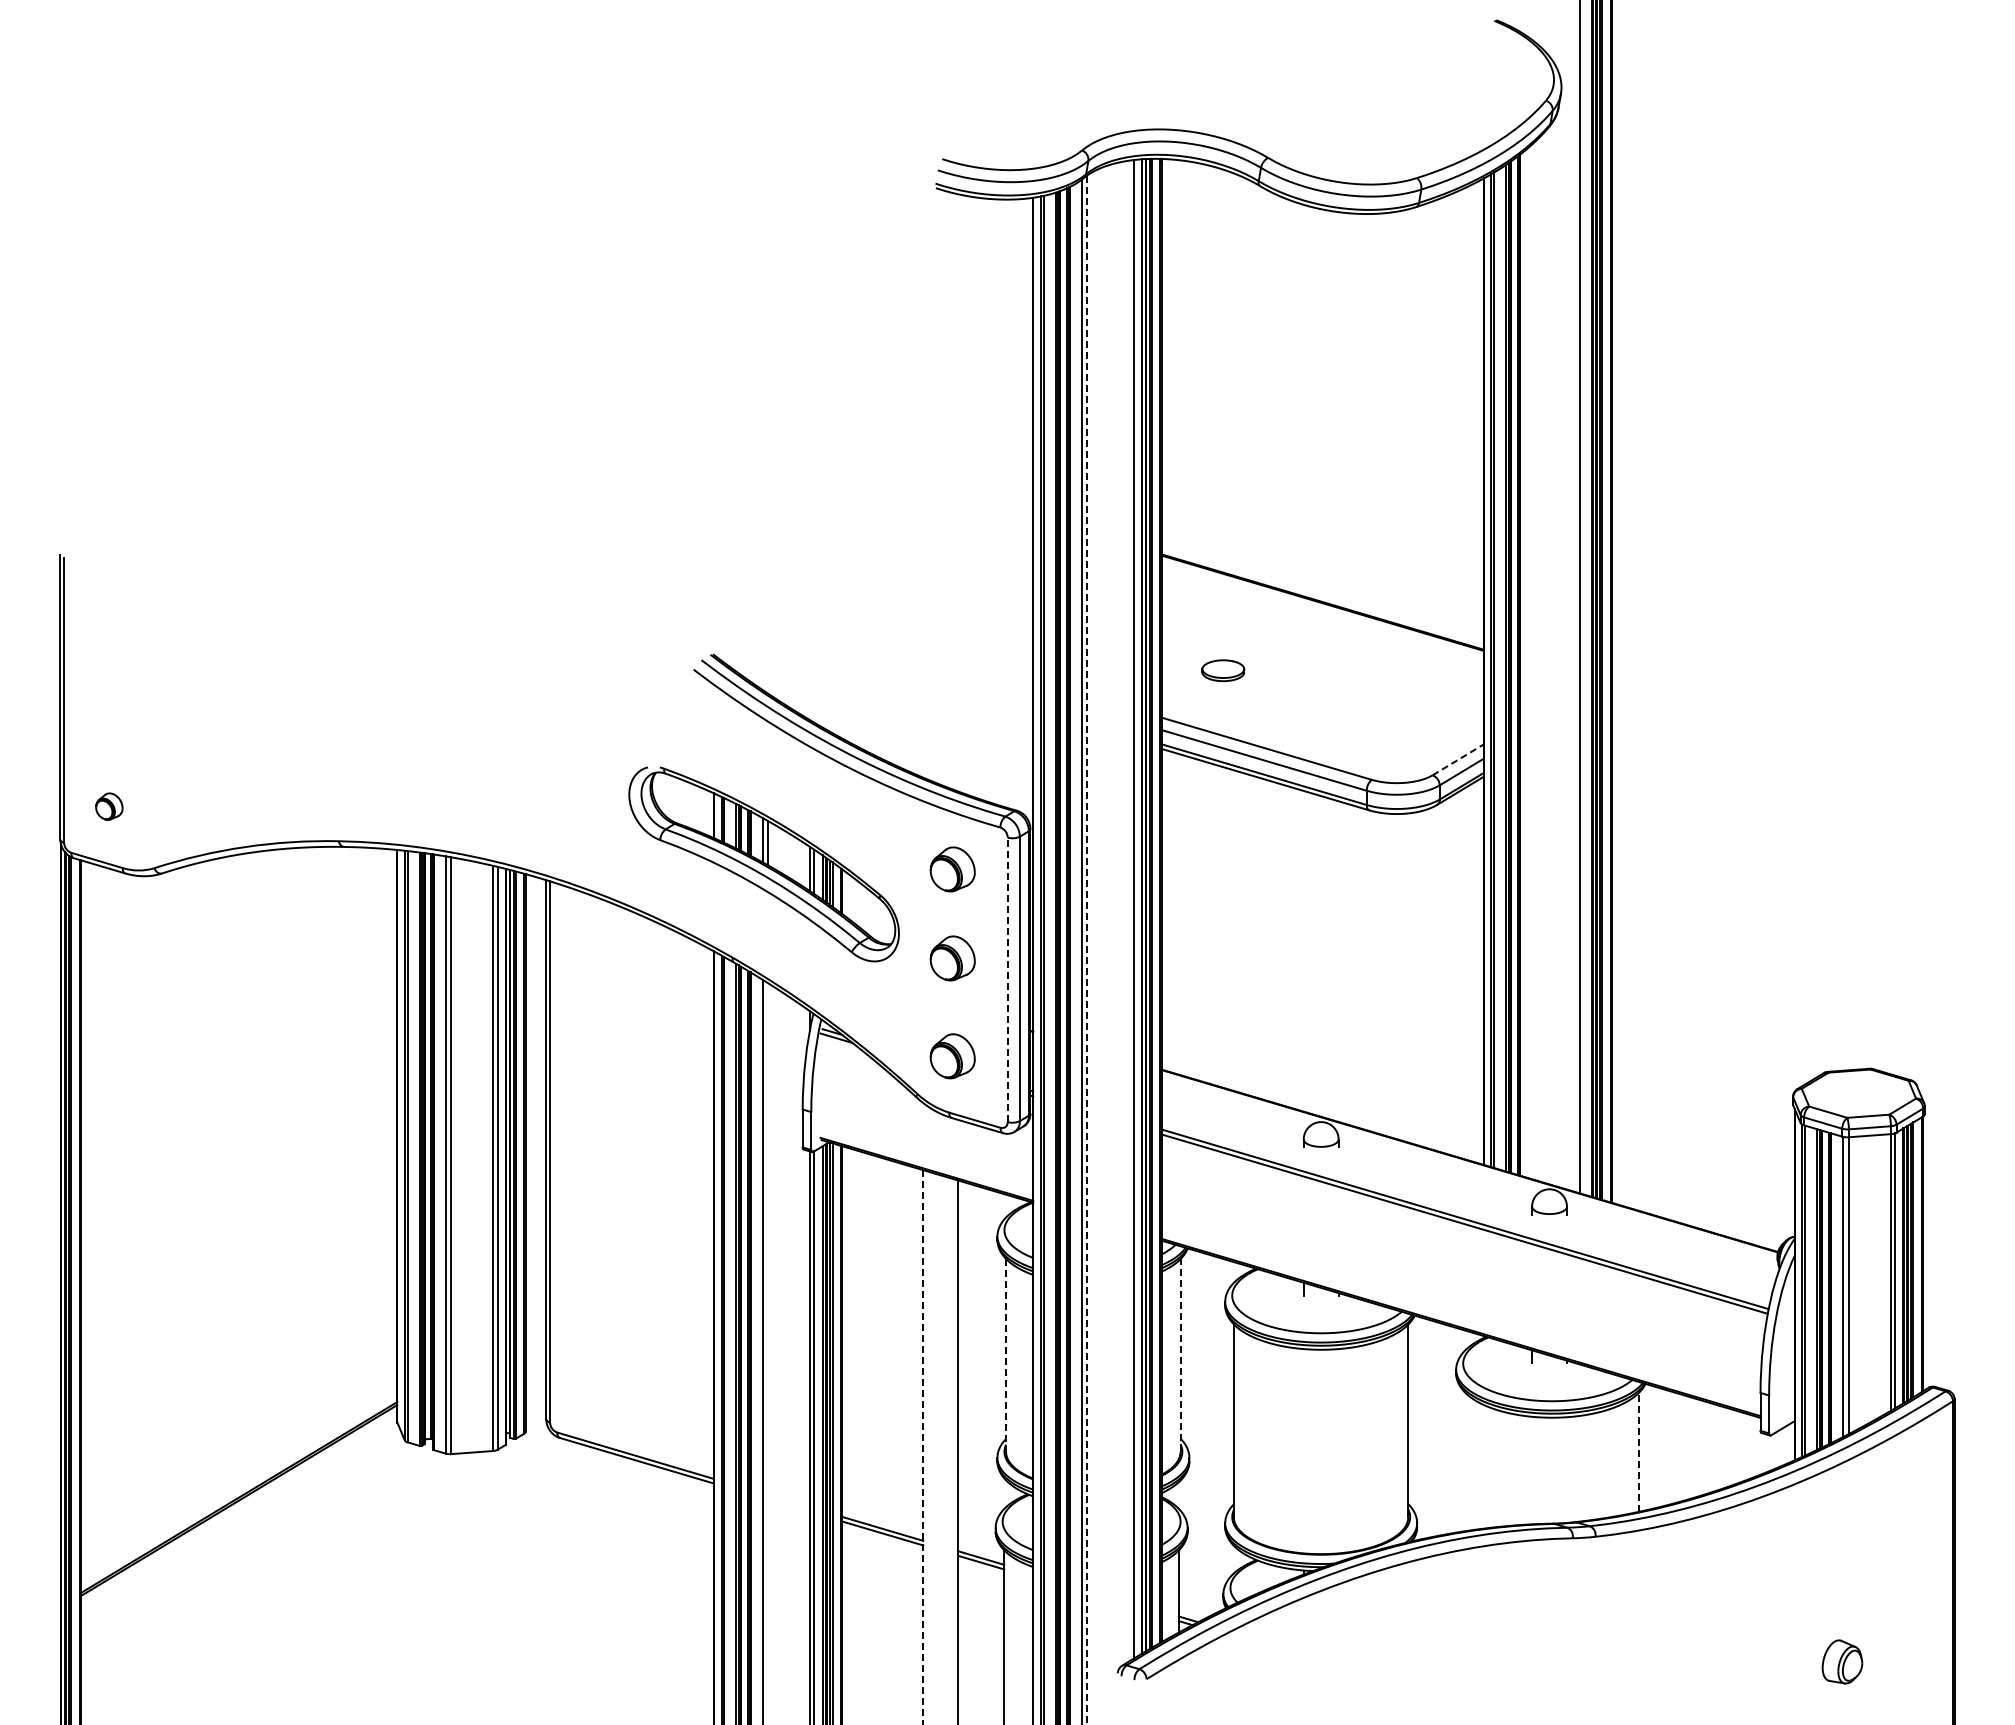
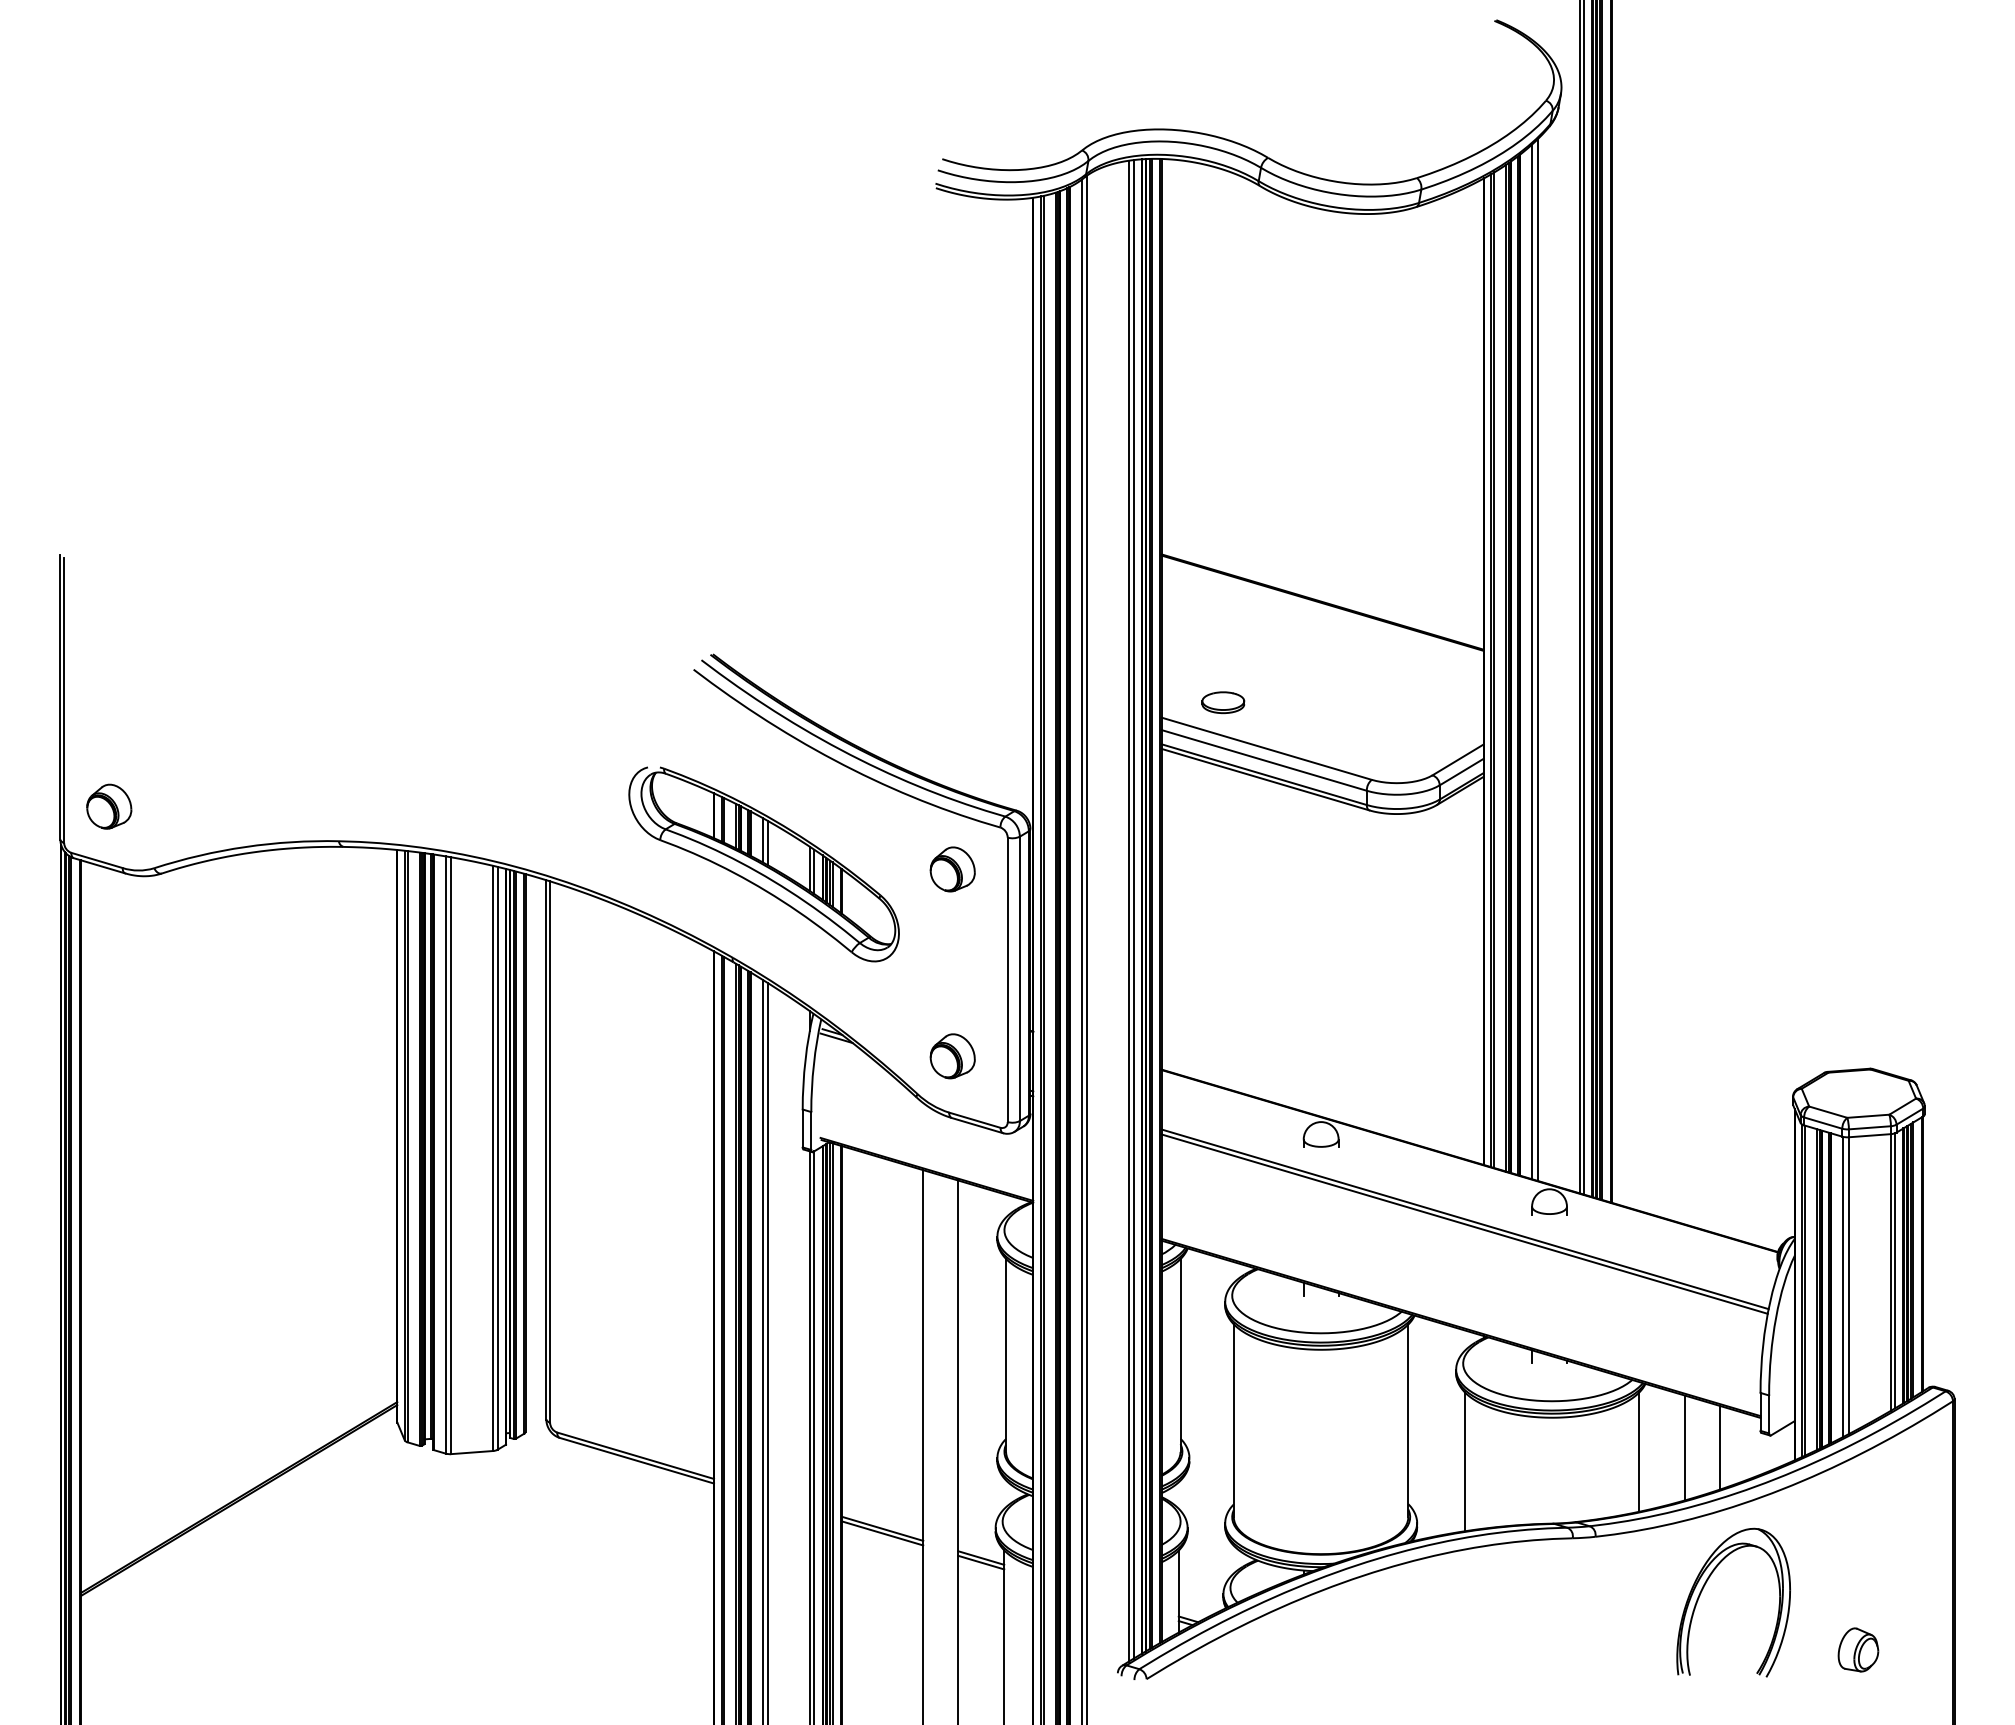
line at (1584, 598): none -> present
line at (1537, 659): none -> present
line at (1532, 661): none -> present
part at (1223, 670) position: (1223, 670) -> (1223, 702)
line at (1458, 759): dashed -> solid
part at (109, 806) size: 29x29 px -> 47x47 px
line at (1129, 910): none -> present
line at (1087, 950): dashed -> solid
part at (952, 958): present -> none
line at (1007, 979): dashed -> solid
line at (767, 1352): none -> present
line at (1180, 1354): dashed -> solid
line at (1006, 1355): dashed -> solid
line at (1684, 1447): none -> present
line at (1719, 1447): none -> present
line at (923, 1448): dashed -> solid
line at (1639, 1452): dashed -> solid
line at (1464, 1461): none -> present
part at (1704, 1587): none -> present
part at (1842, 1661) position: (1842, 1661) -> (1858, 1649)
